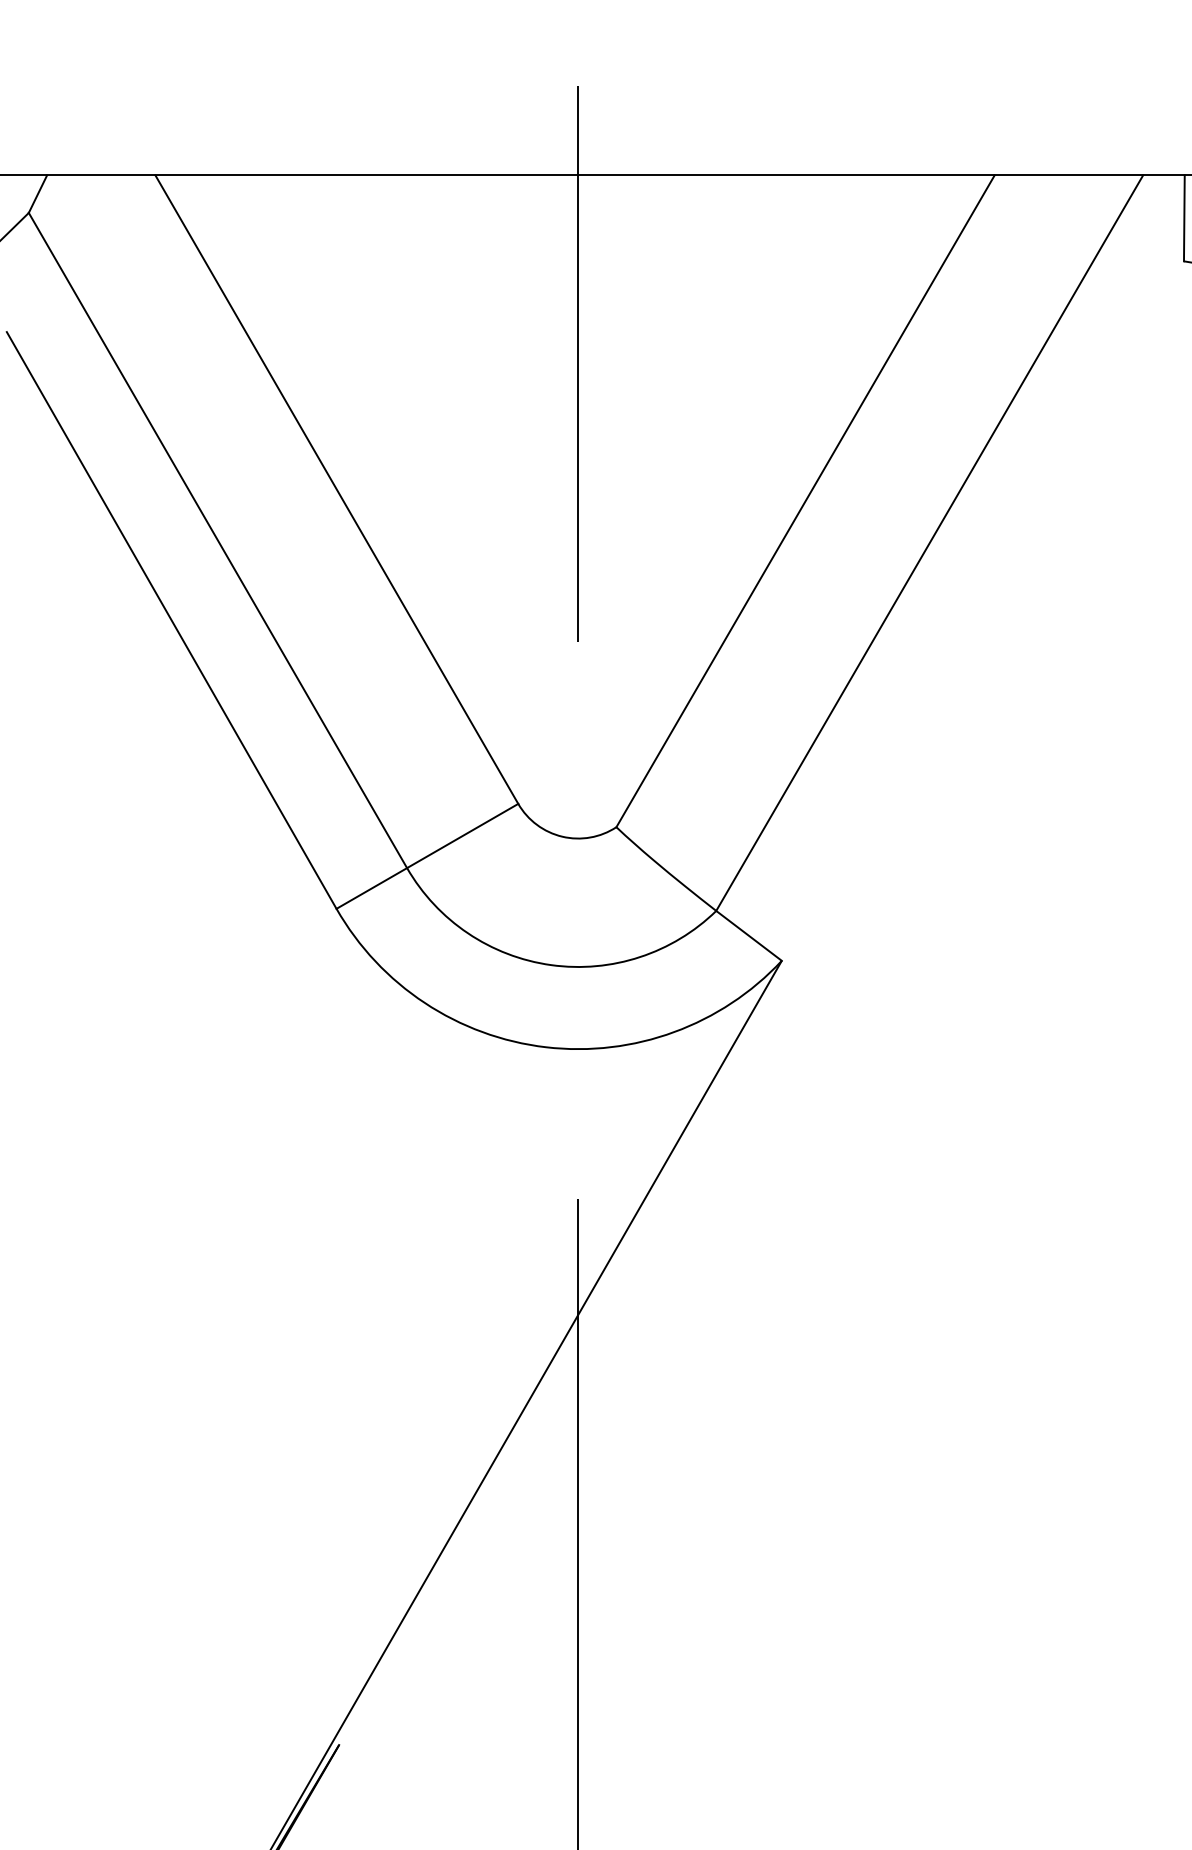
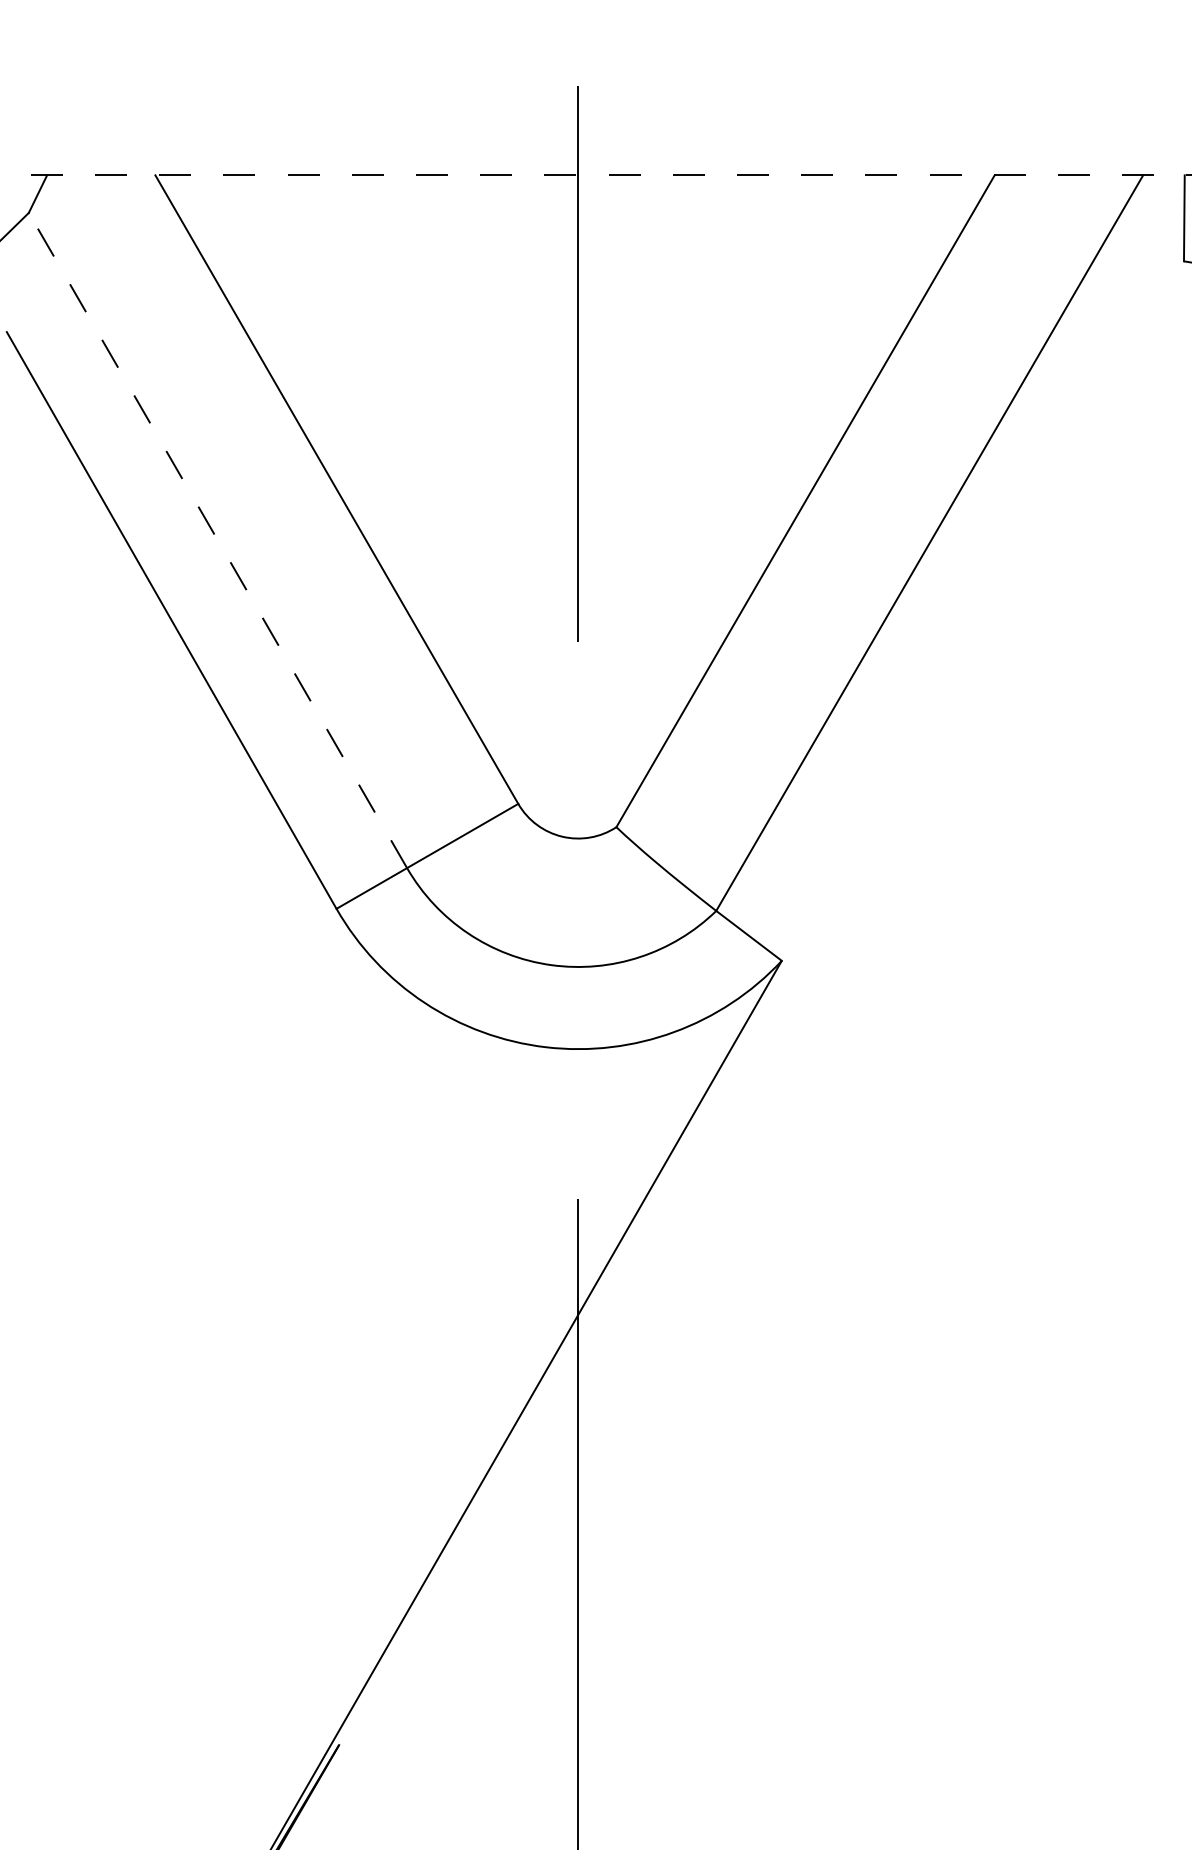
line at (596, 175): solid -> dashed
line at (217, 540): solid -> dashed
